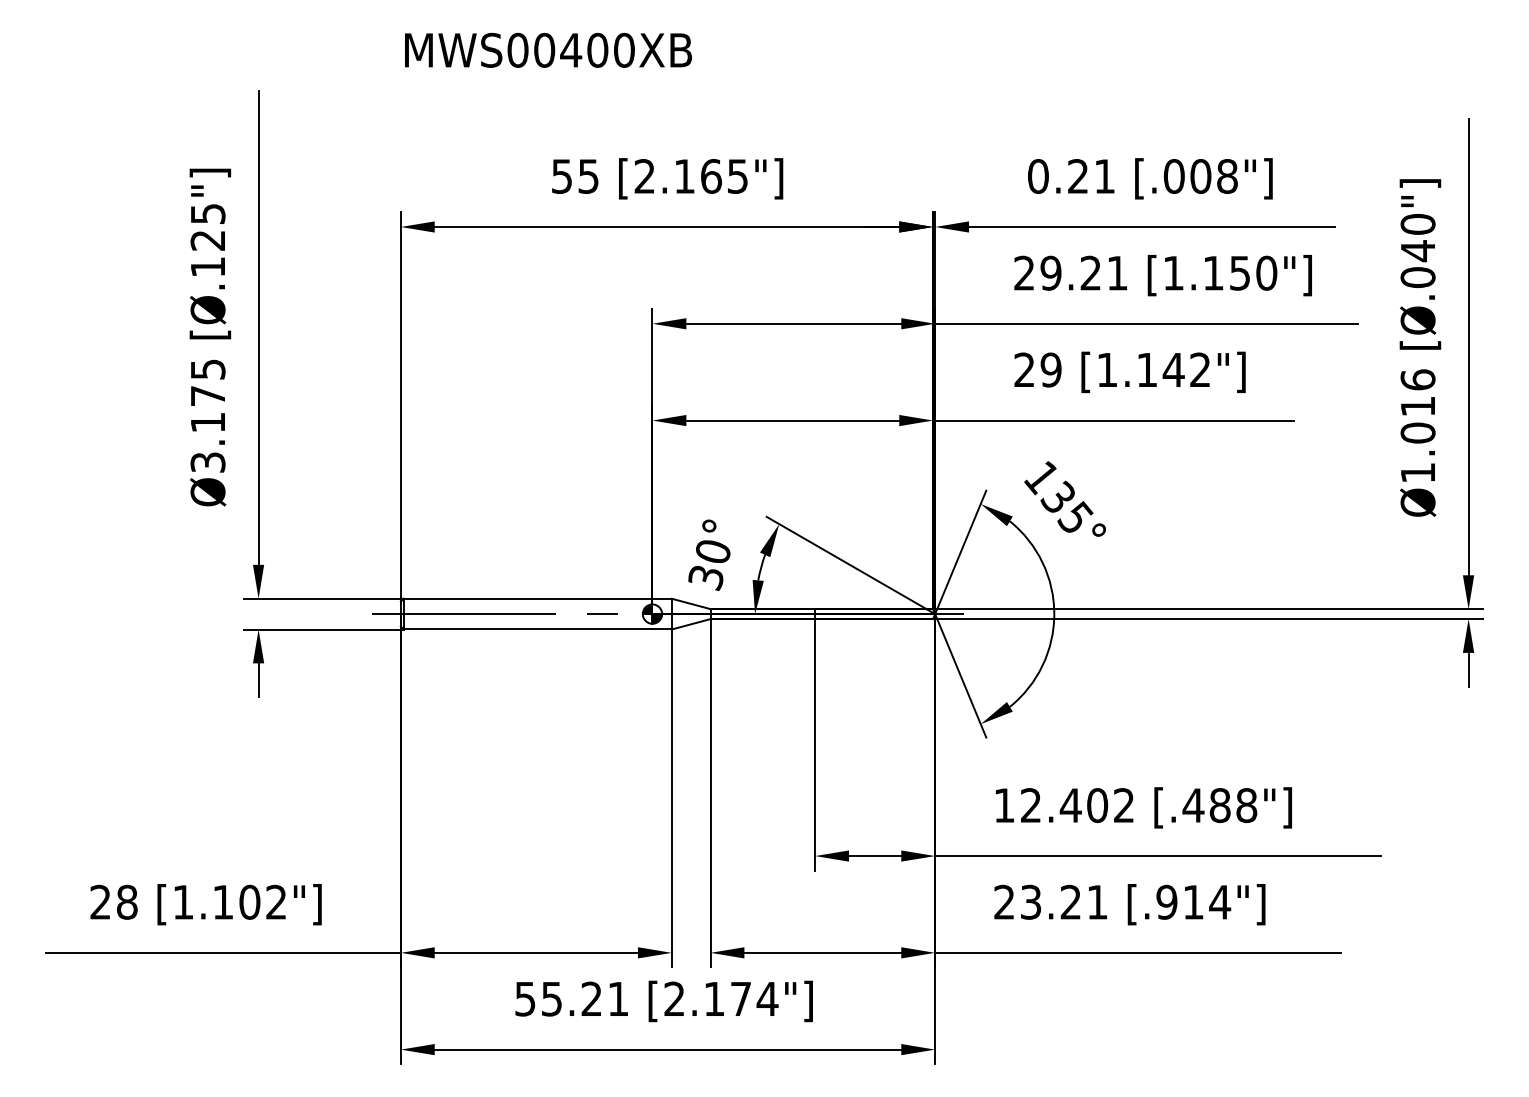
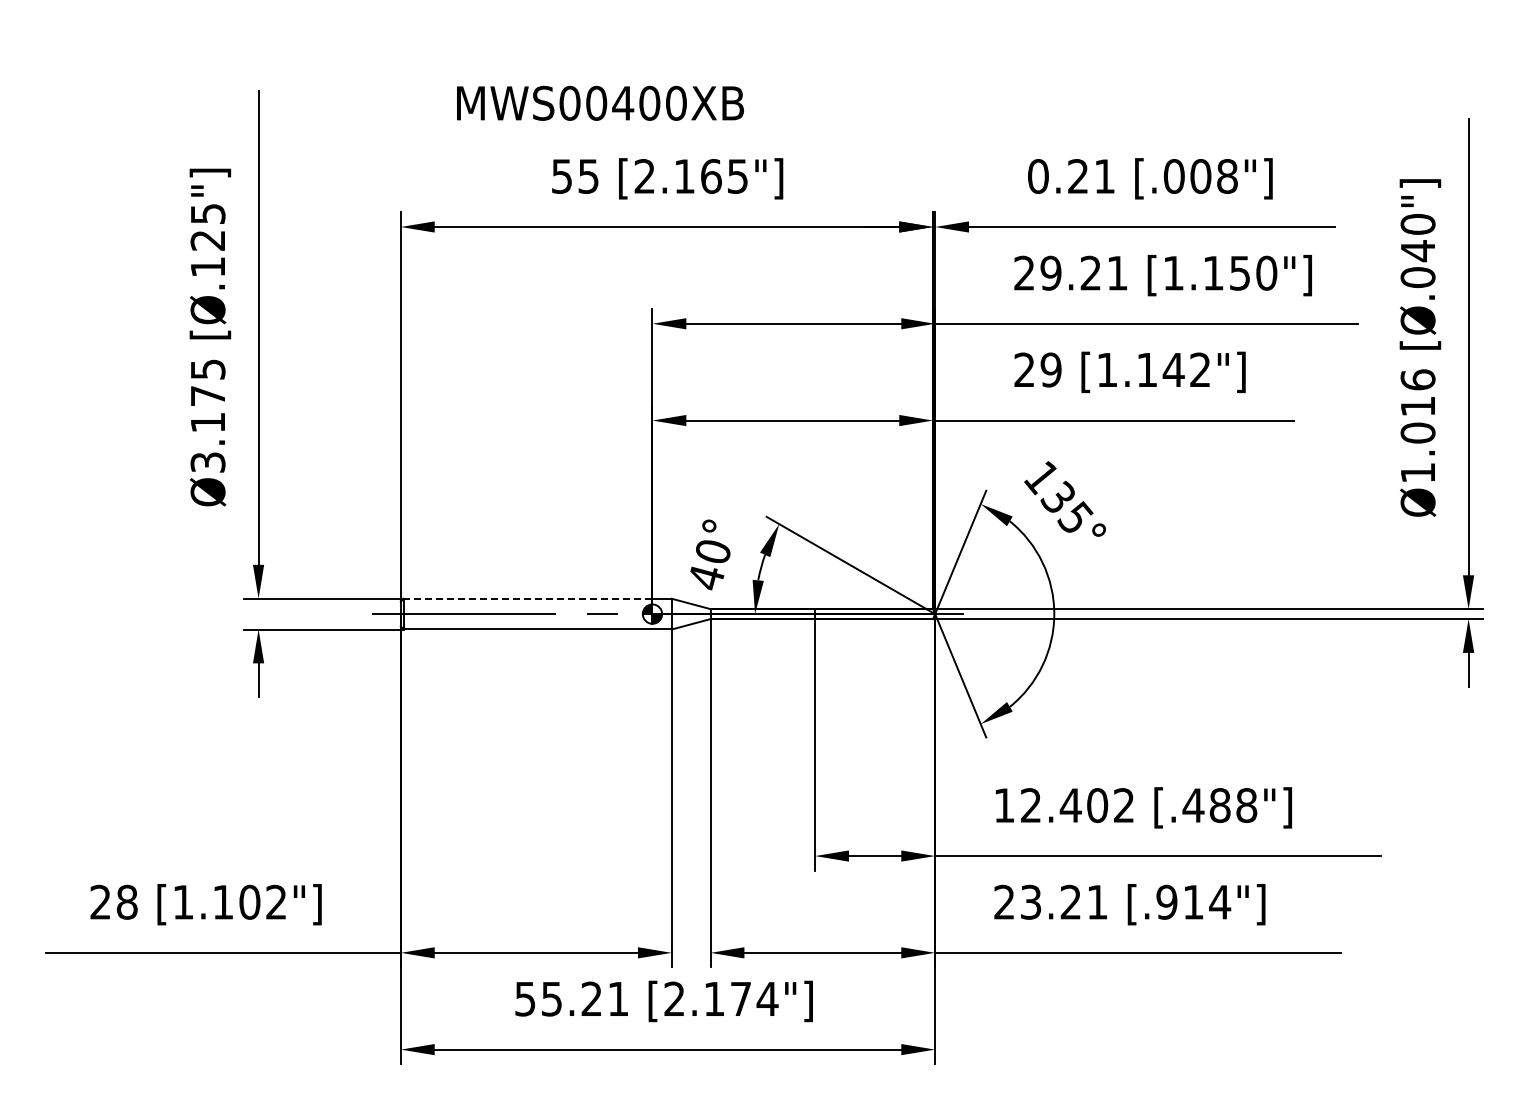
text at (548, 49) position: (548, 49) -> (600, 102)
text at (706, 578): 30° -> 40°
line at (527, 598): solid -> dashed
